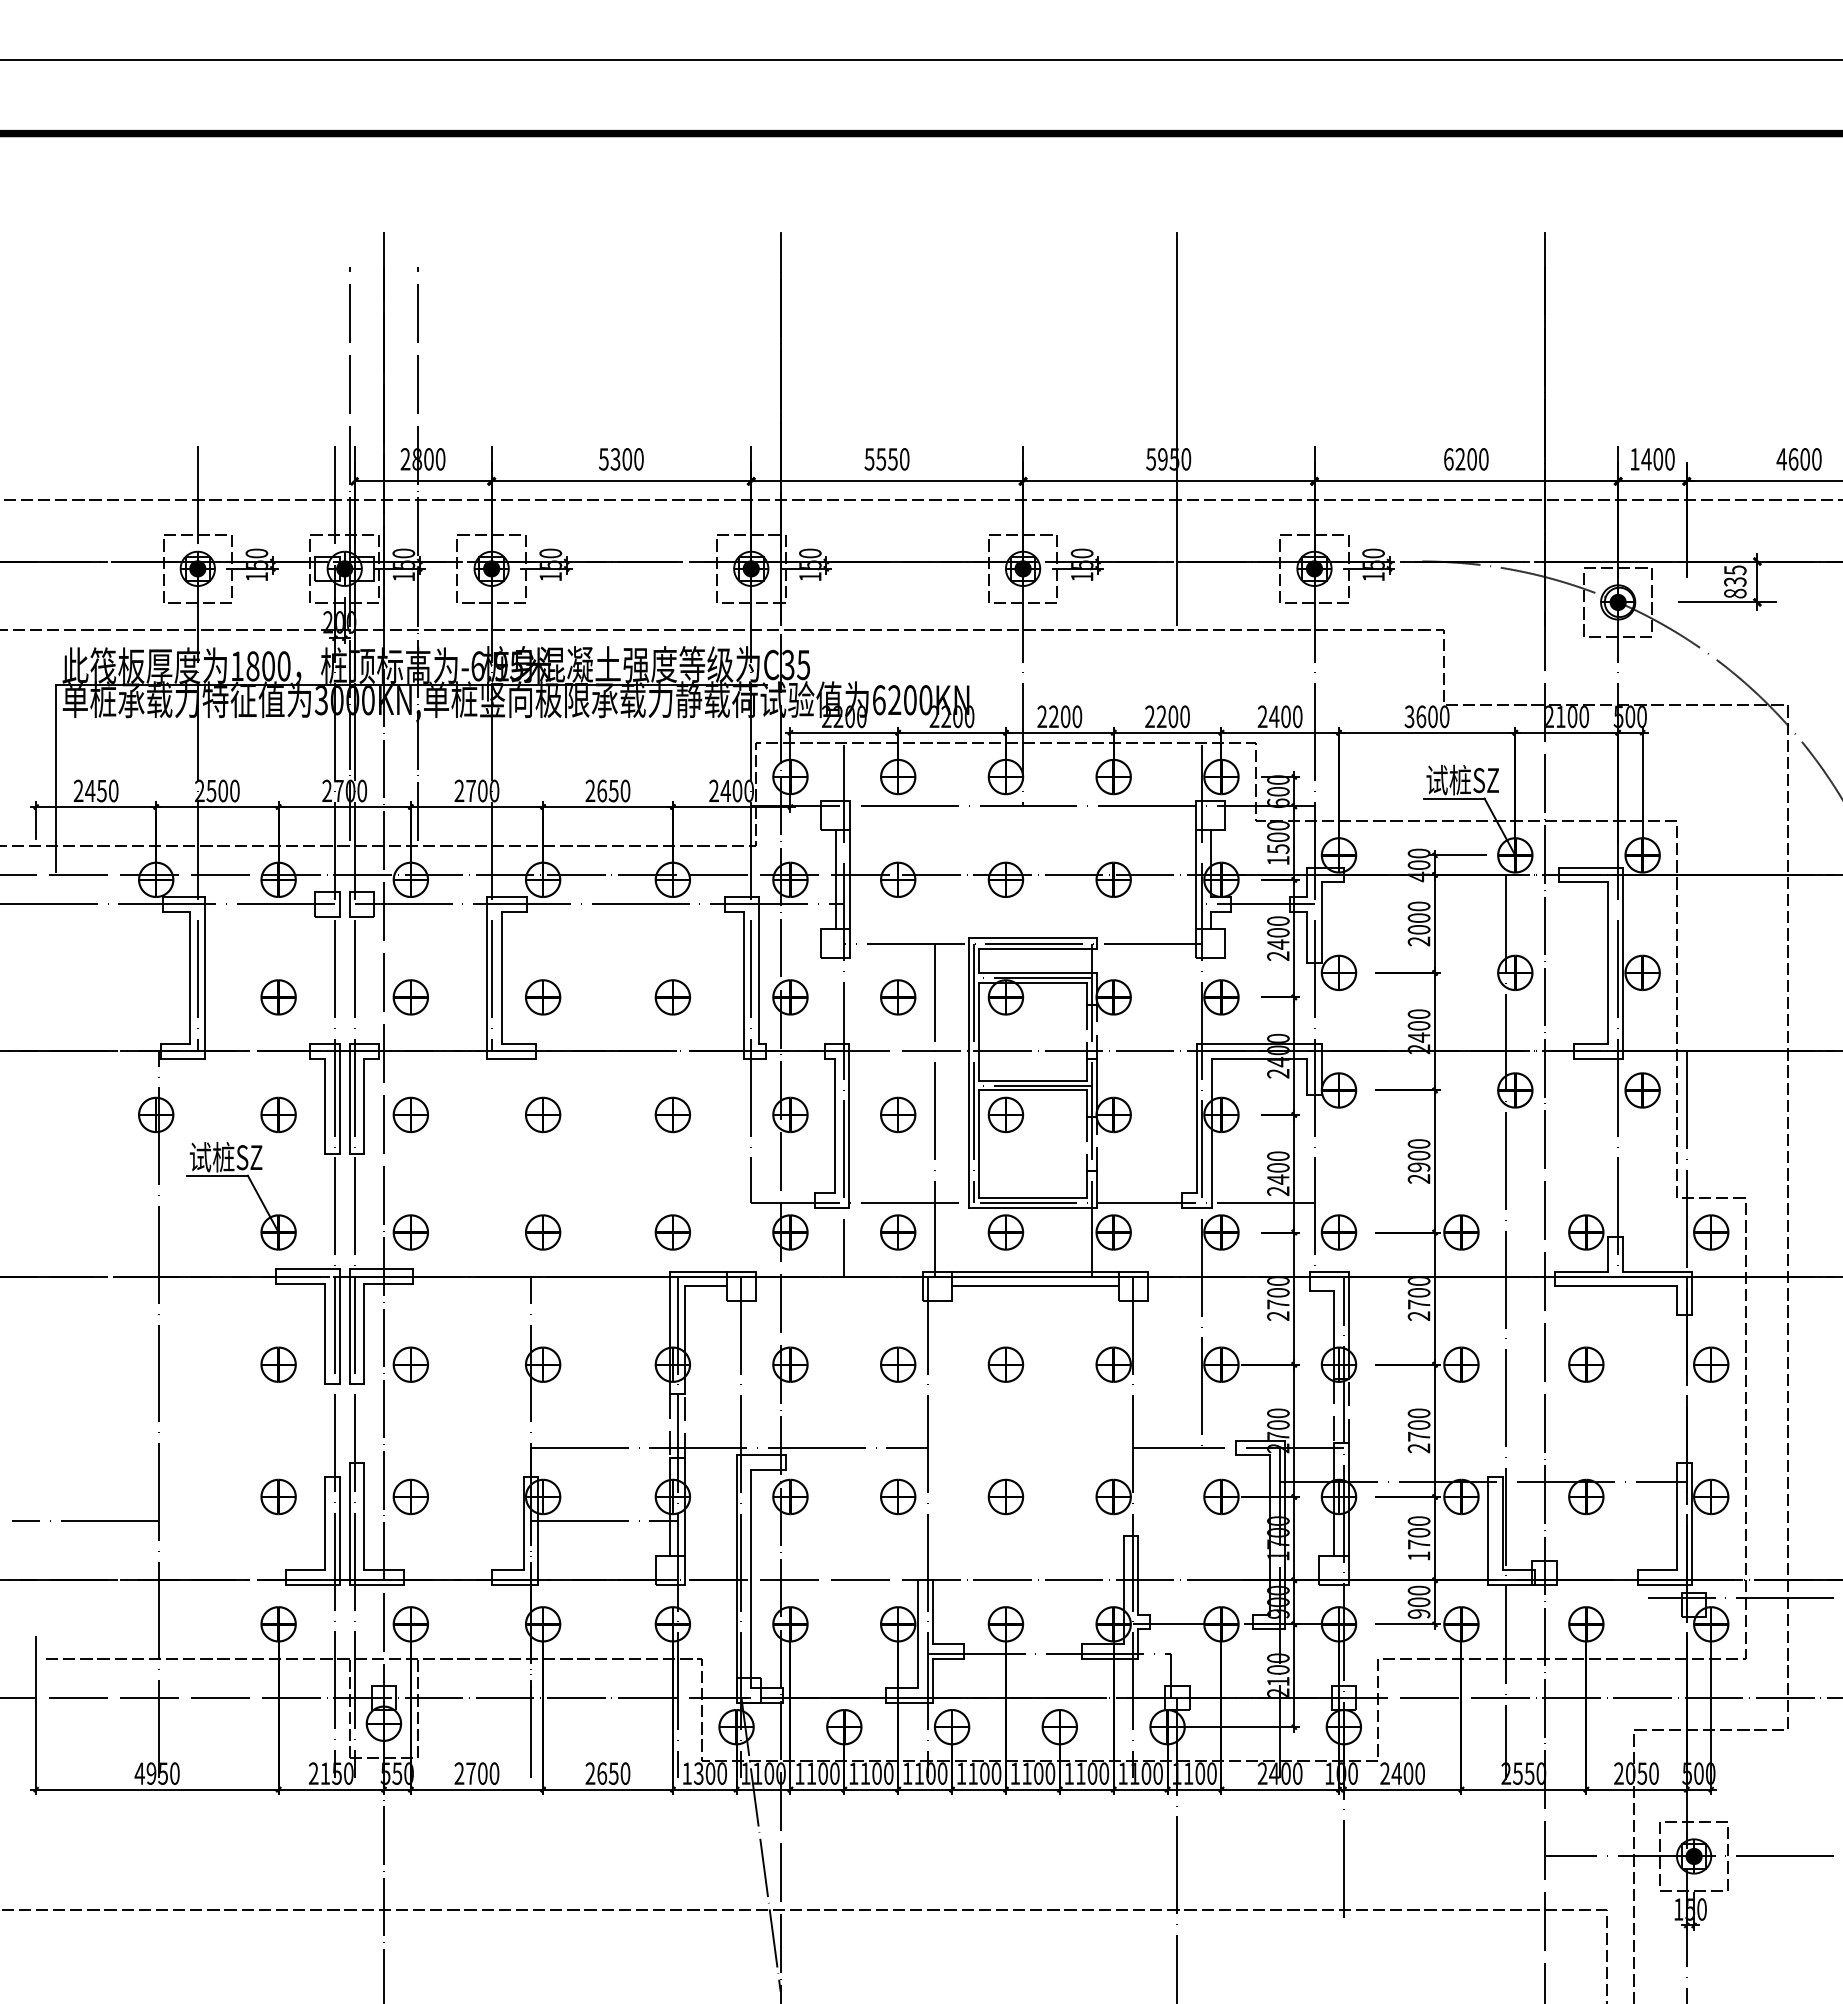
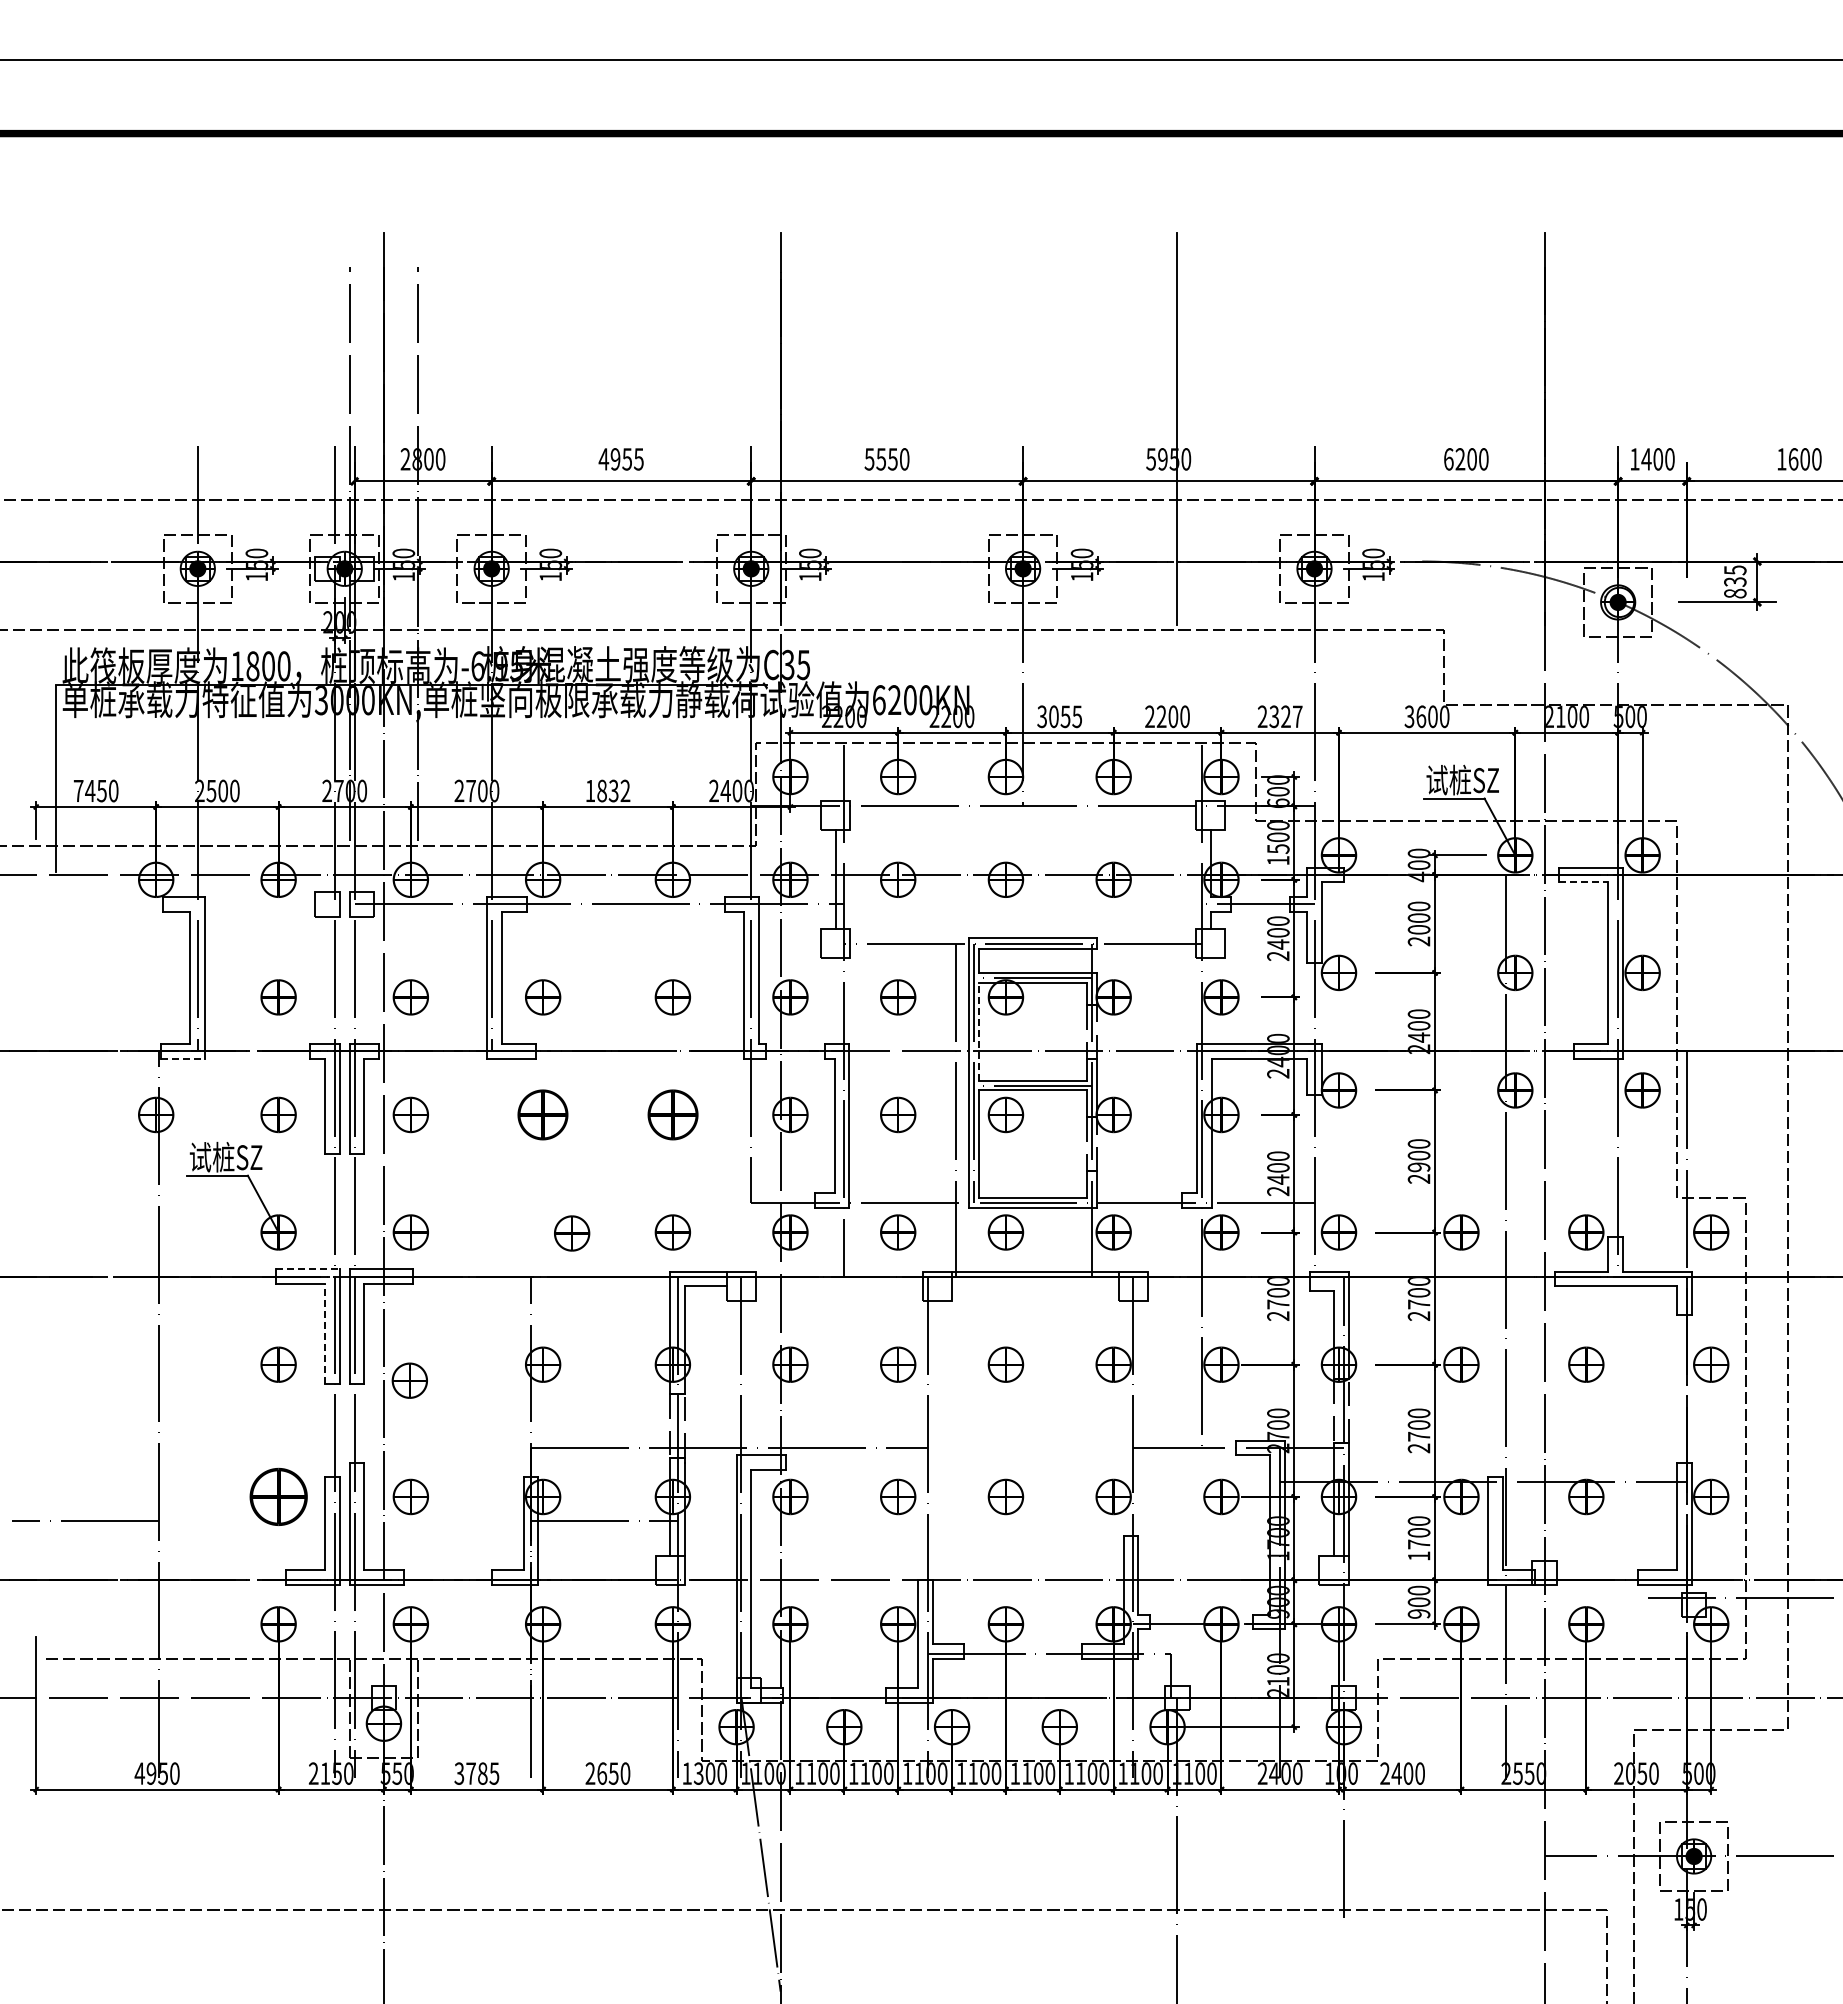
text at (620, 459): 5300 -> 4955
text at (1781, 459): 4600 -> 1600
text at (1059, 716): 2200 -> 3055
text at (1285, 716): 2400 -> 2327
text at (78, 790): 2450 -> 7450
text at (607, 790): 2650 -> 1832
line at (850, 878): present -> none
line at (1196, 878): present -> none
line at (1584, 882): solid -> dashed
line at (168, 904): present -> none
line at (979, 1031): solid -> dashed
line at (183, 1058): solid -> dashed
line at (934, 1109) position: (934, 1109) -> (955, 1109)
part at (543, 1114) size: 37x38 px -> 52x52 px
part at (672, 1114) size: 37x38 px -> 52x52 px
part at (543, 1232) position: (543, 1232) -> (572, 1233)
line at (308, 1269): solid -> dashed
line at (1035, 1286): present -> none
line at (325, 1333): solid -> dashed
part at (410, 1364) position: (410, 1364) -> (409, 1380)
part at (278, 1496) size: 37x38 px -> 59x59 px
text at (476, 1773): 2700 -> 3785
